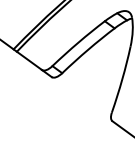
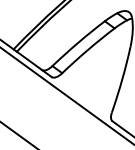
line at (66, 95): none -> present
line at (18, 134): none -> present
